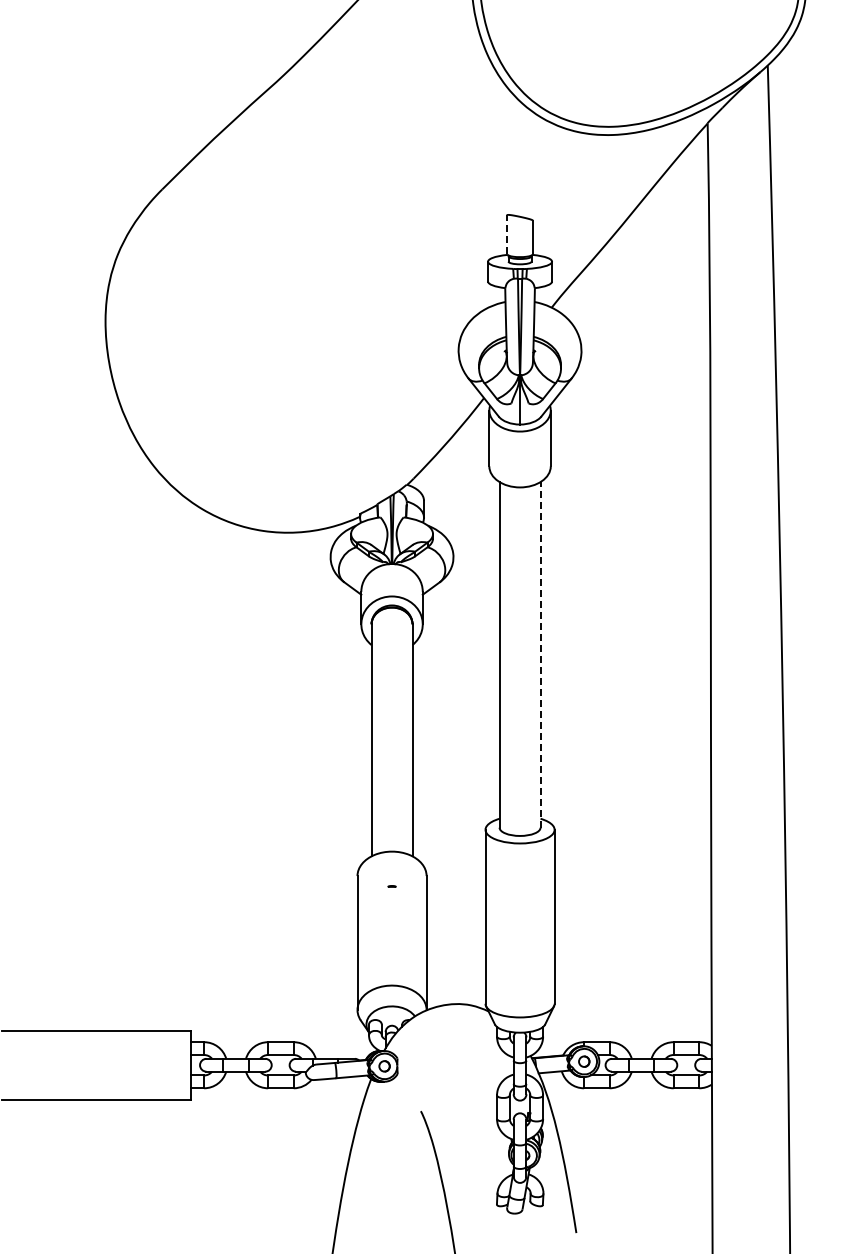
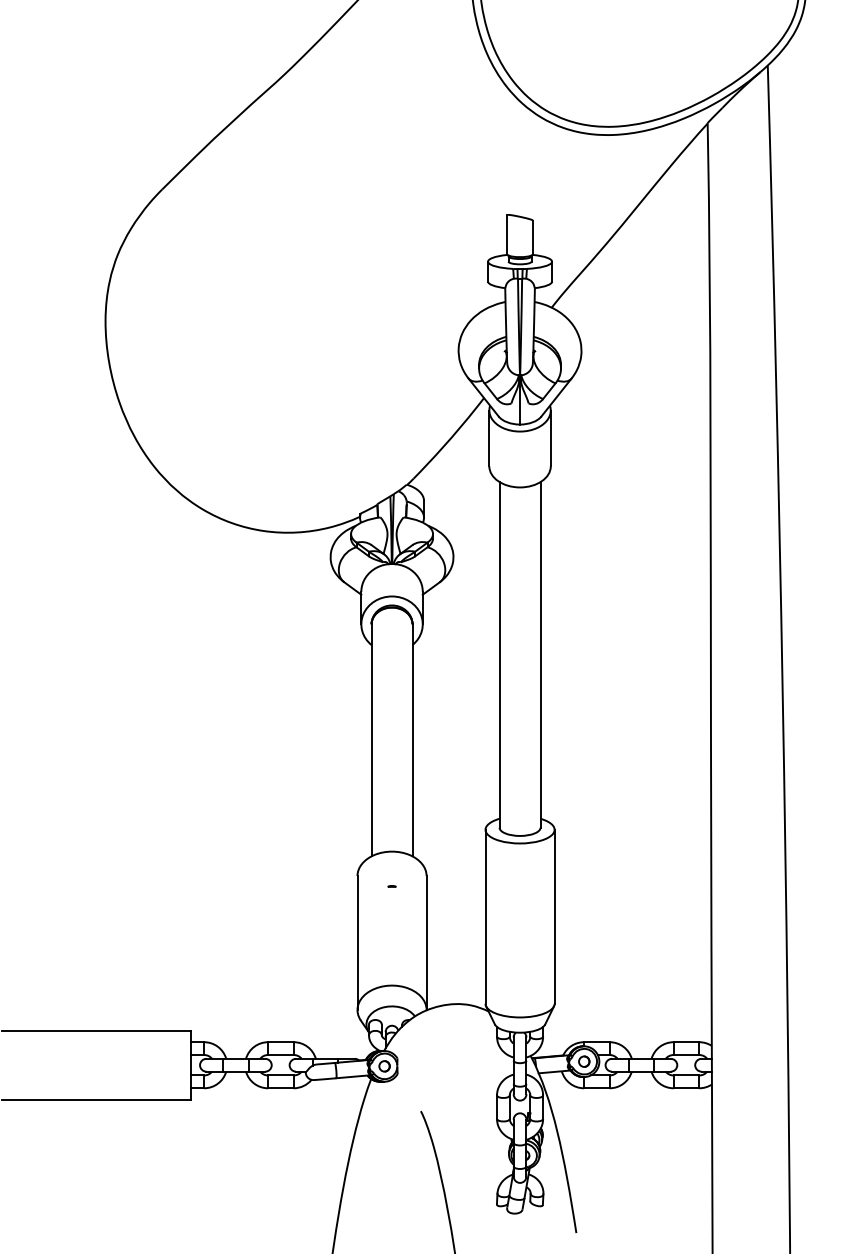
line at (507, 234): dashed -> solid
line at (540, 654): dashed -> solid
